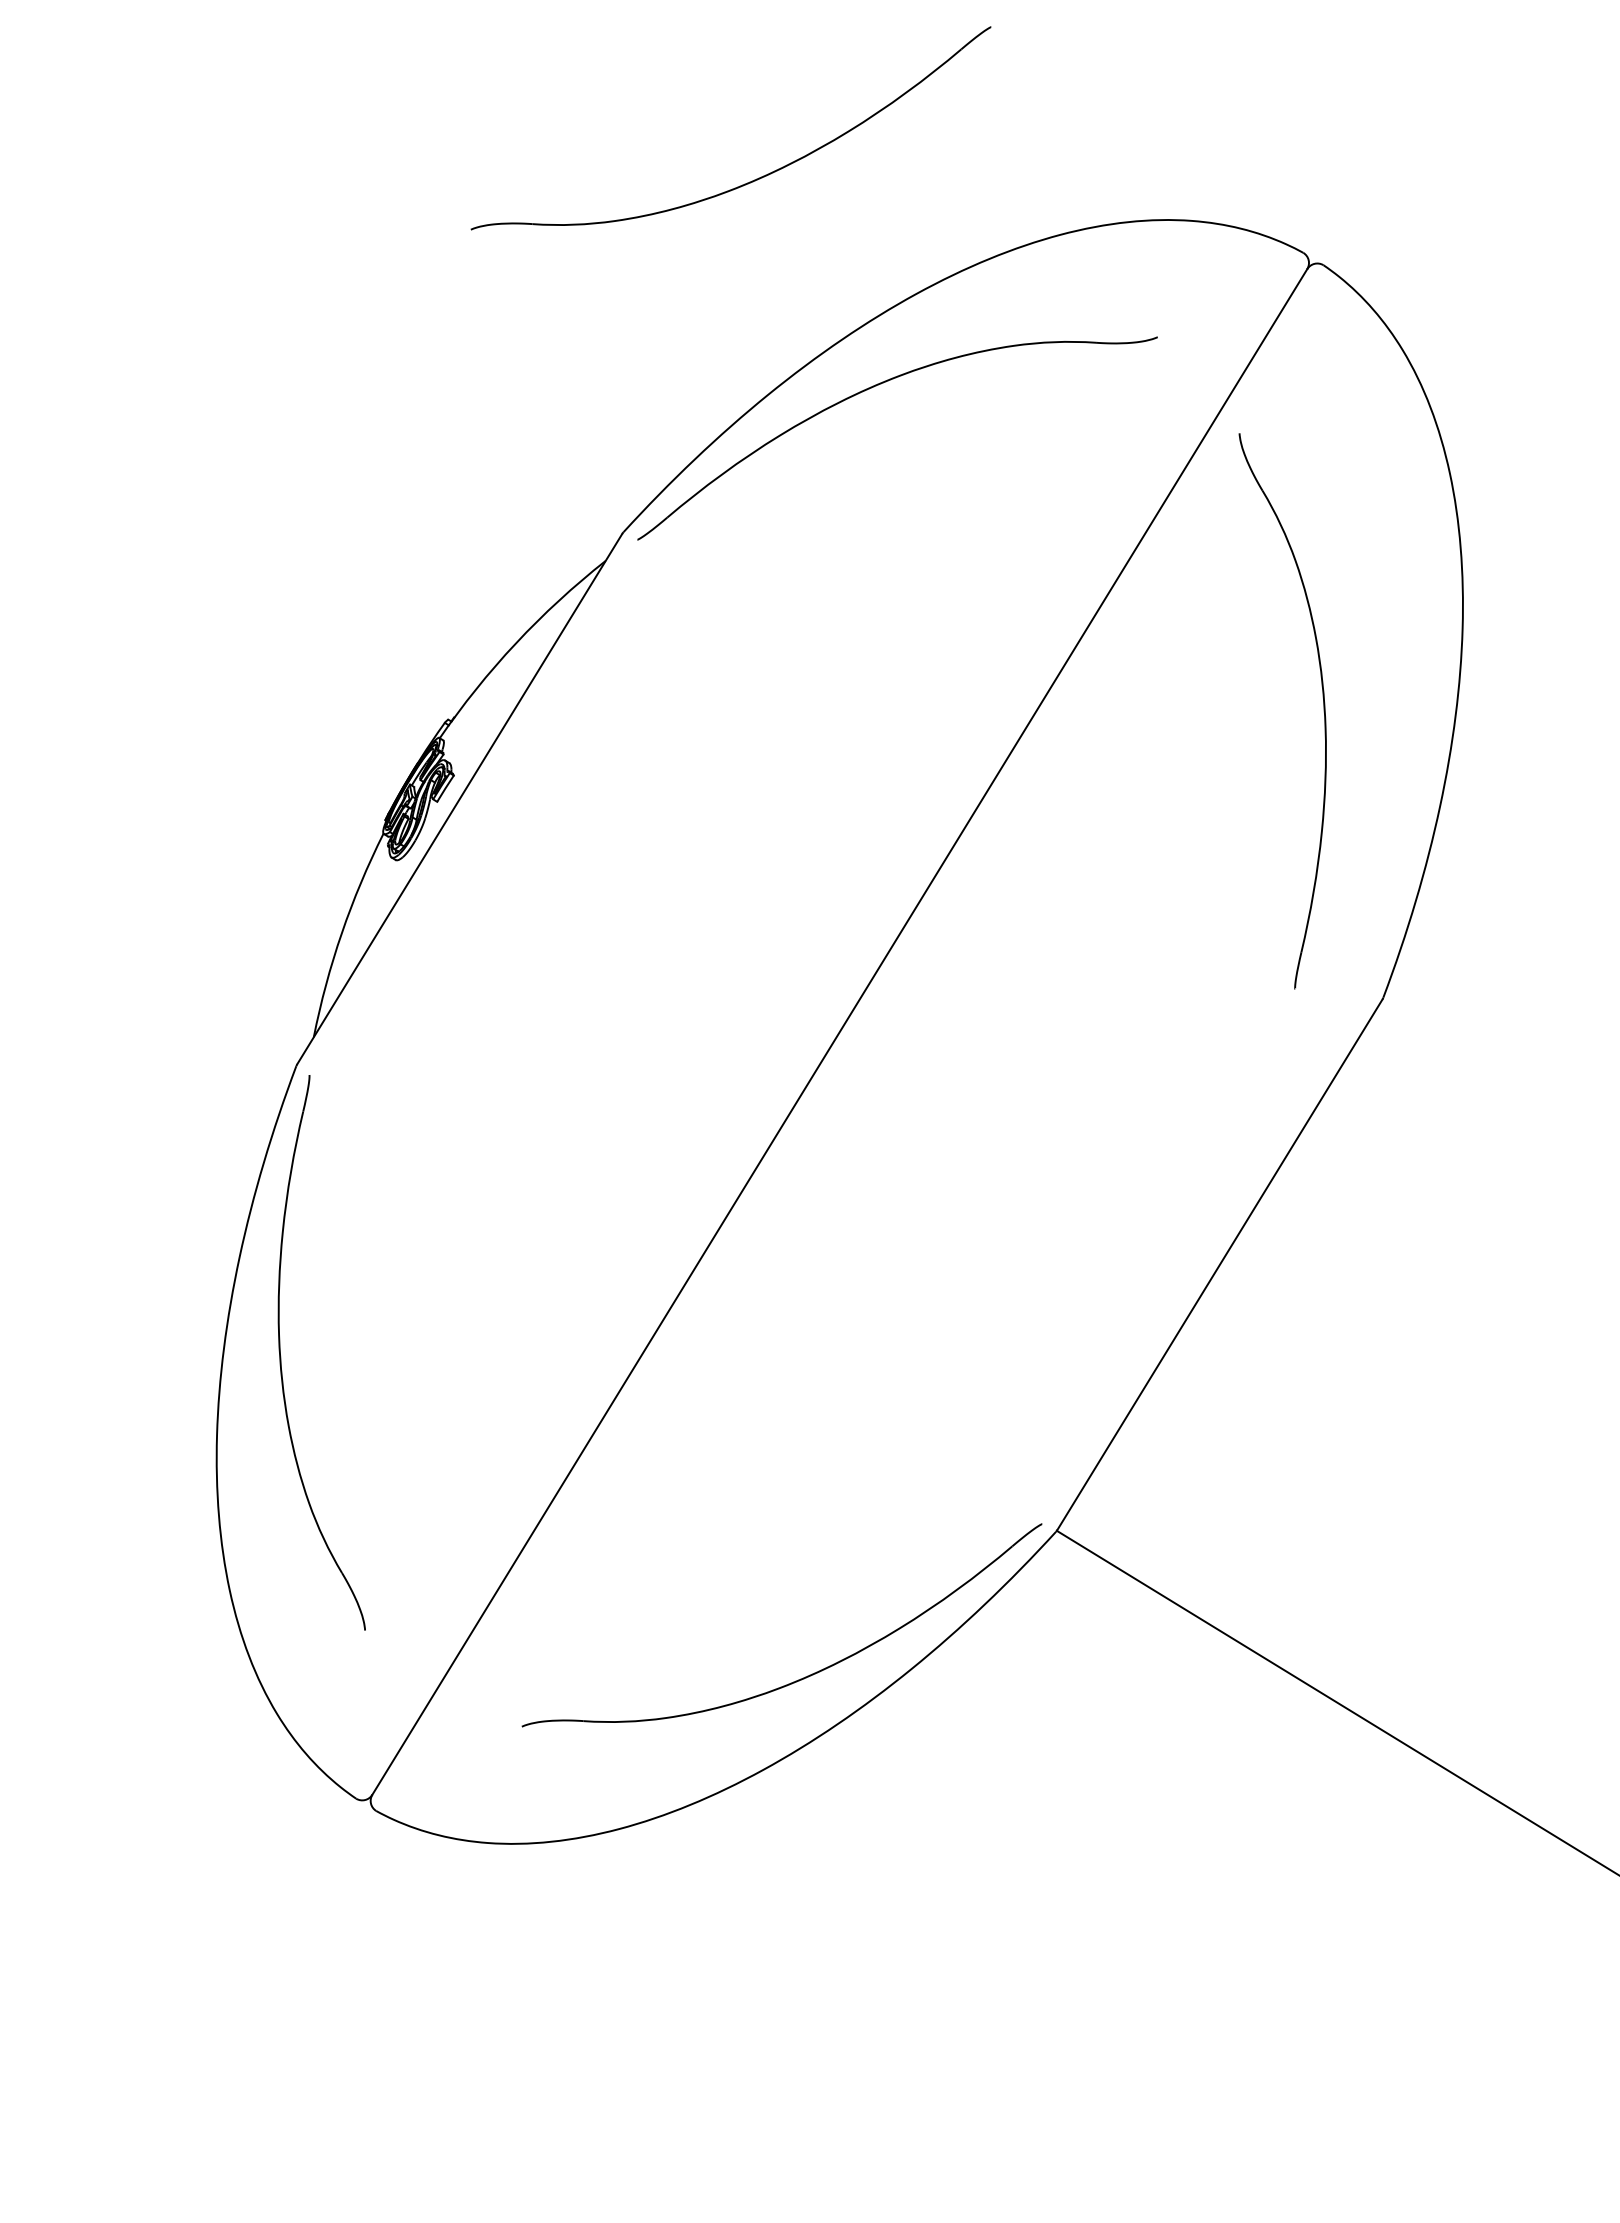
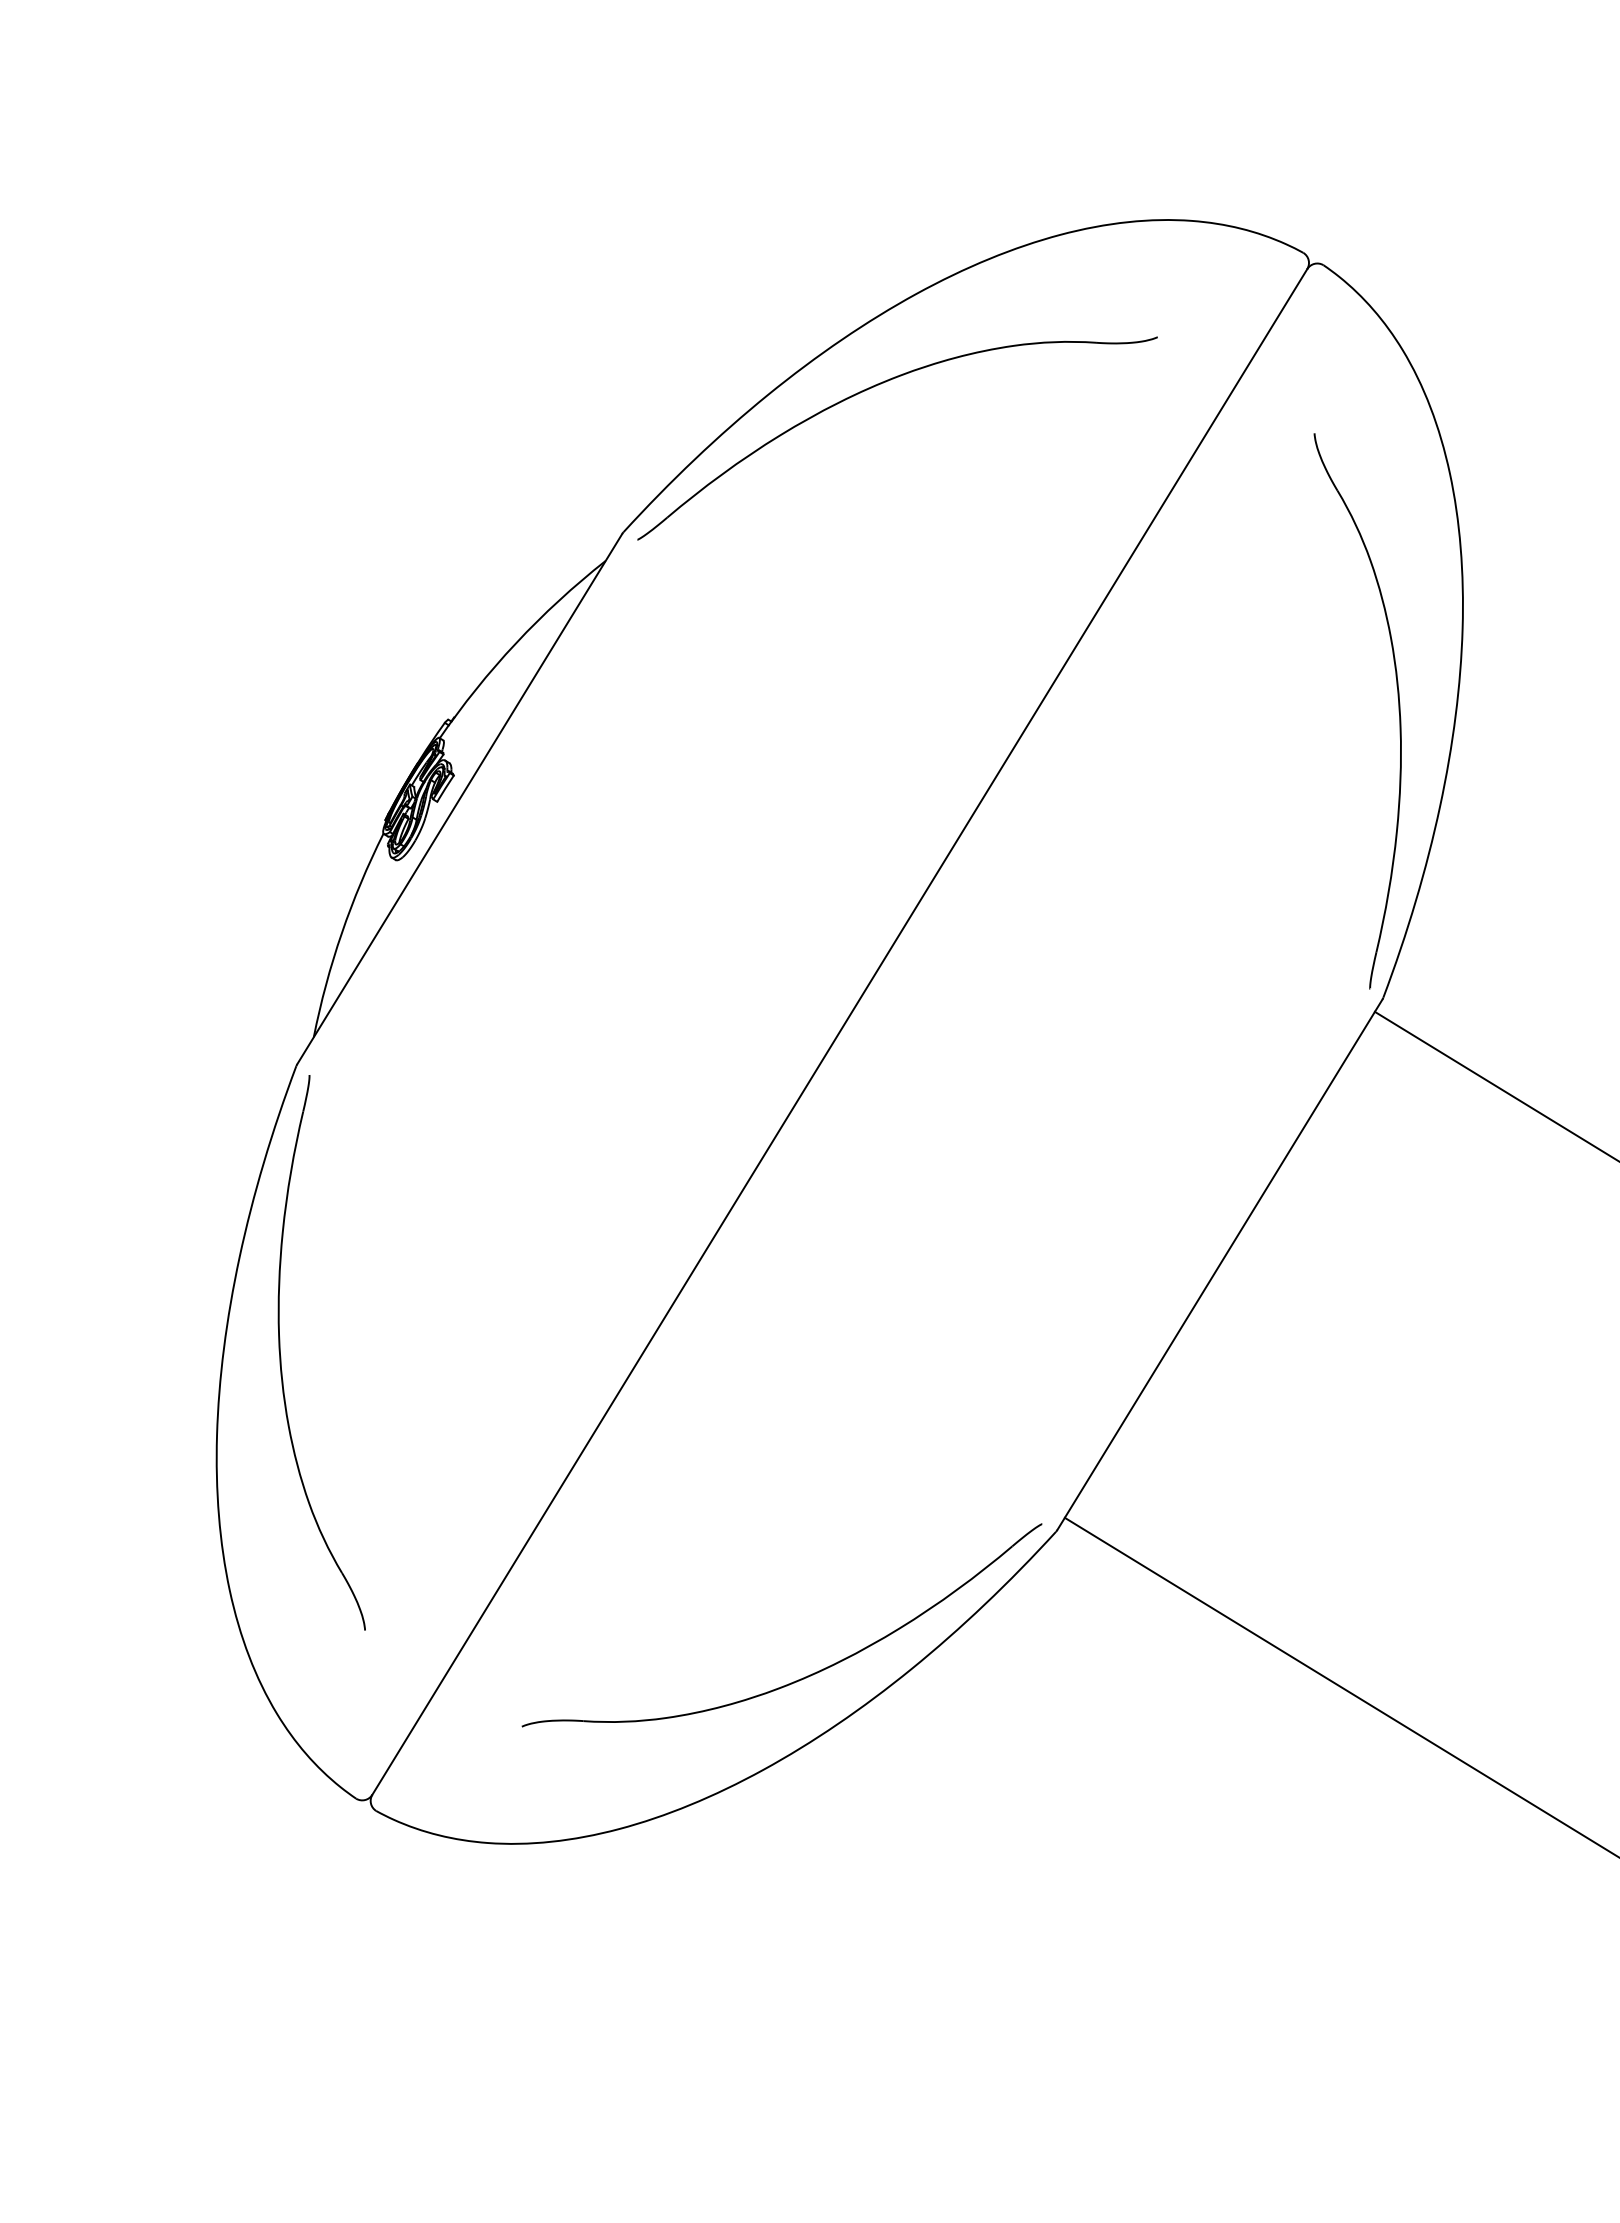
part at (749, 181): present -> none
part at (1323, 711) position: (1323, 711) -> (1398, 711)
line at (1495, 1085): none -> present
line at (1336, 1701) position: (1336, 1701) -> (1340, 1686)
